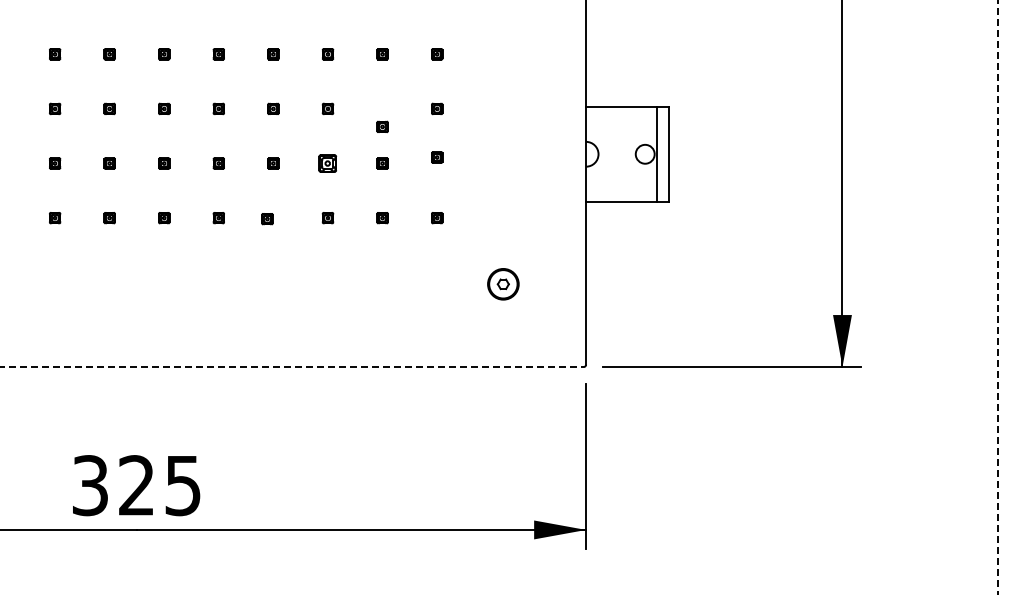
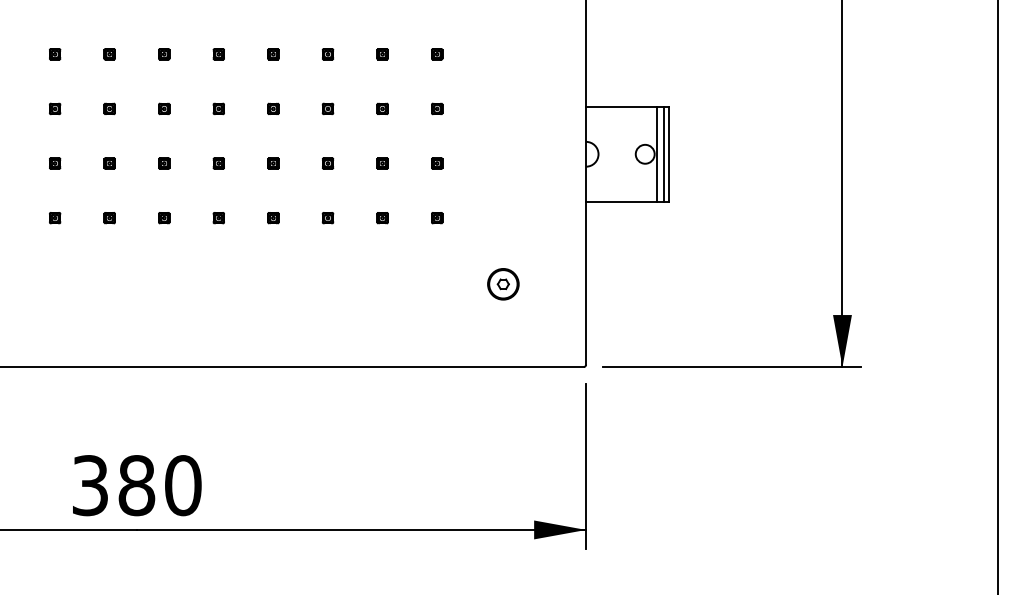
part at (382, 126) position: (382, 126) -> (382, 108)
line at (664, 154): none -> present
part at (437, 157) position: (437, 157) -> (437, 163)
part at (327, 163) size: 20x19 px -> 13x13 px
part at (267, 219) position: (267, 219) -> (273, 218)
line at (998, 297): dashed -> solid
line at (291, 367): dashed -> solid
text at (159, 485): 325 -> 380
